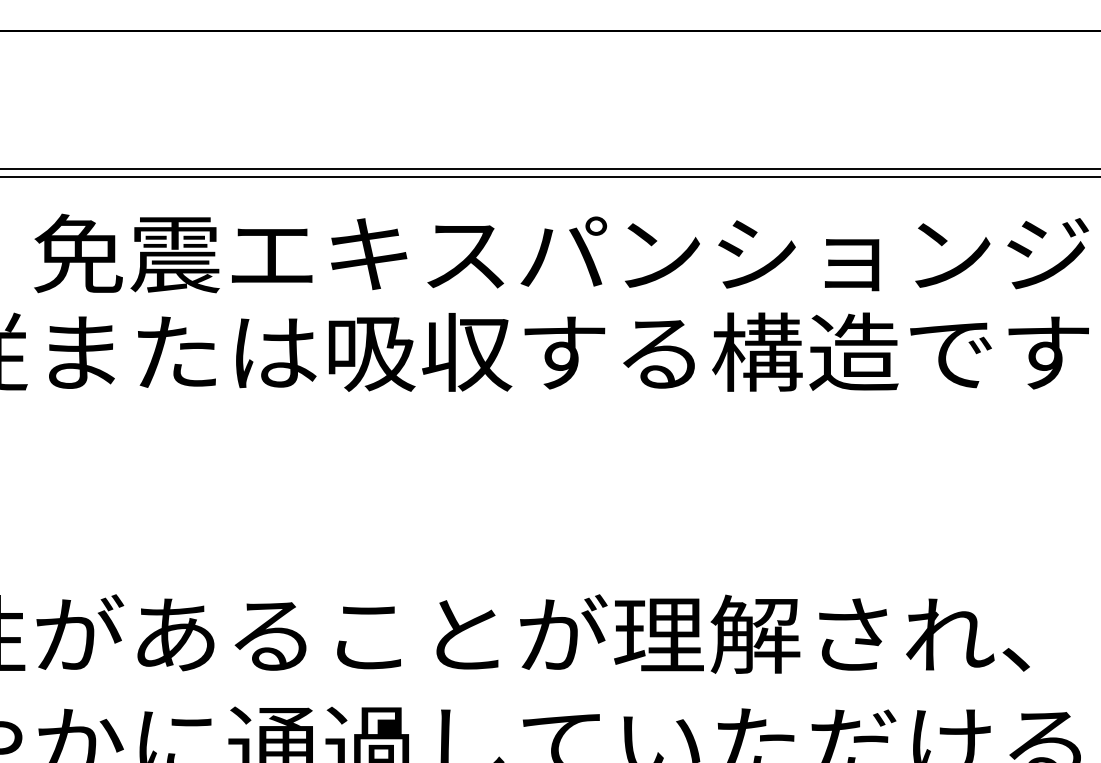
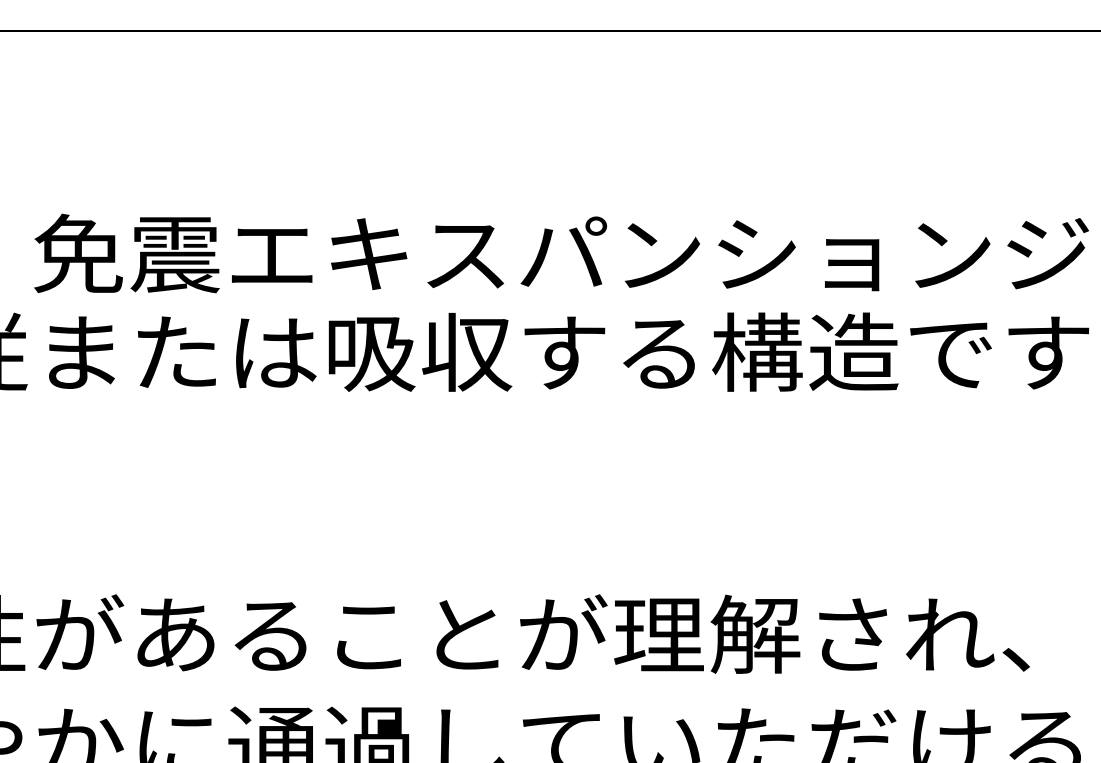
line at (549, 168): present -> none
line at (549, 176): present -> none
